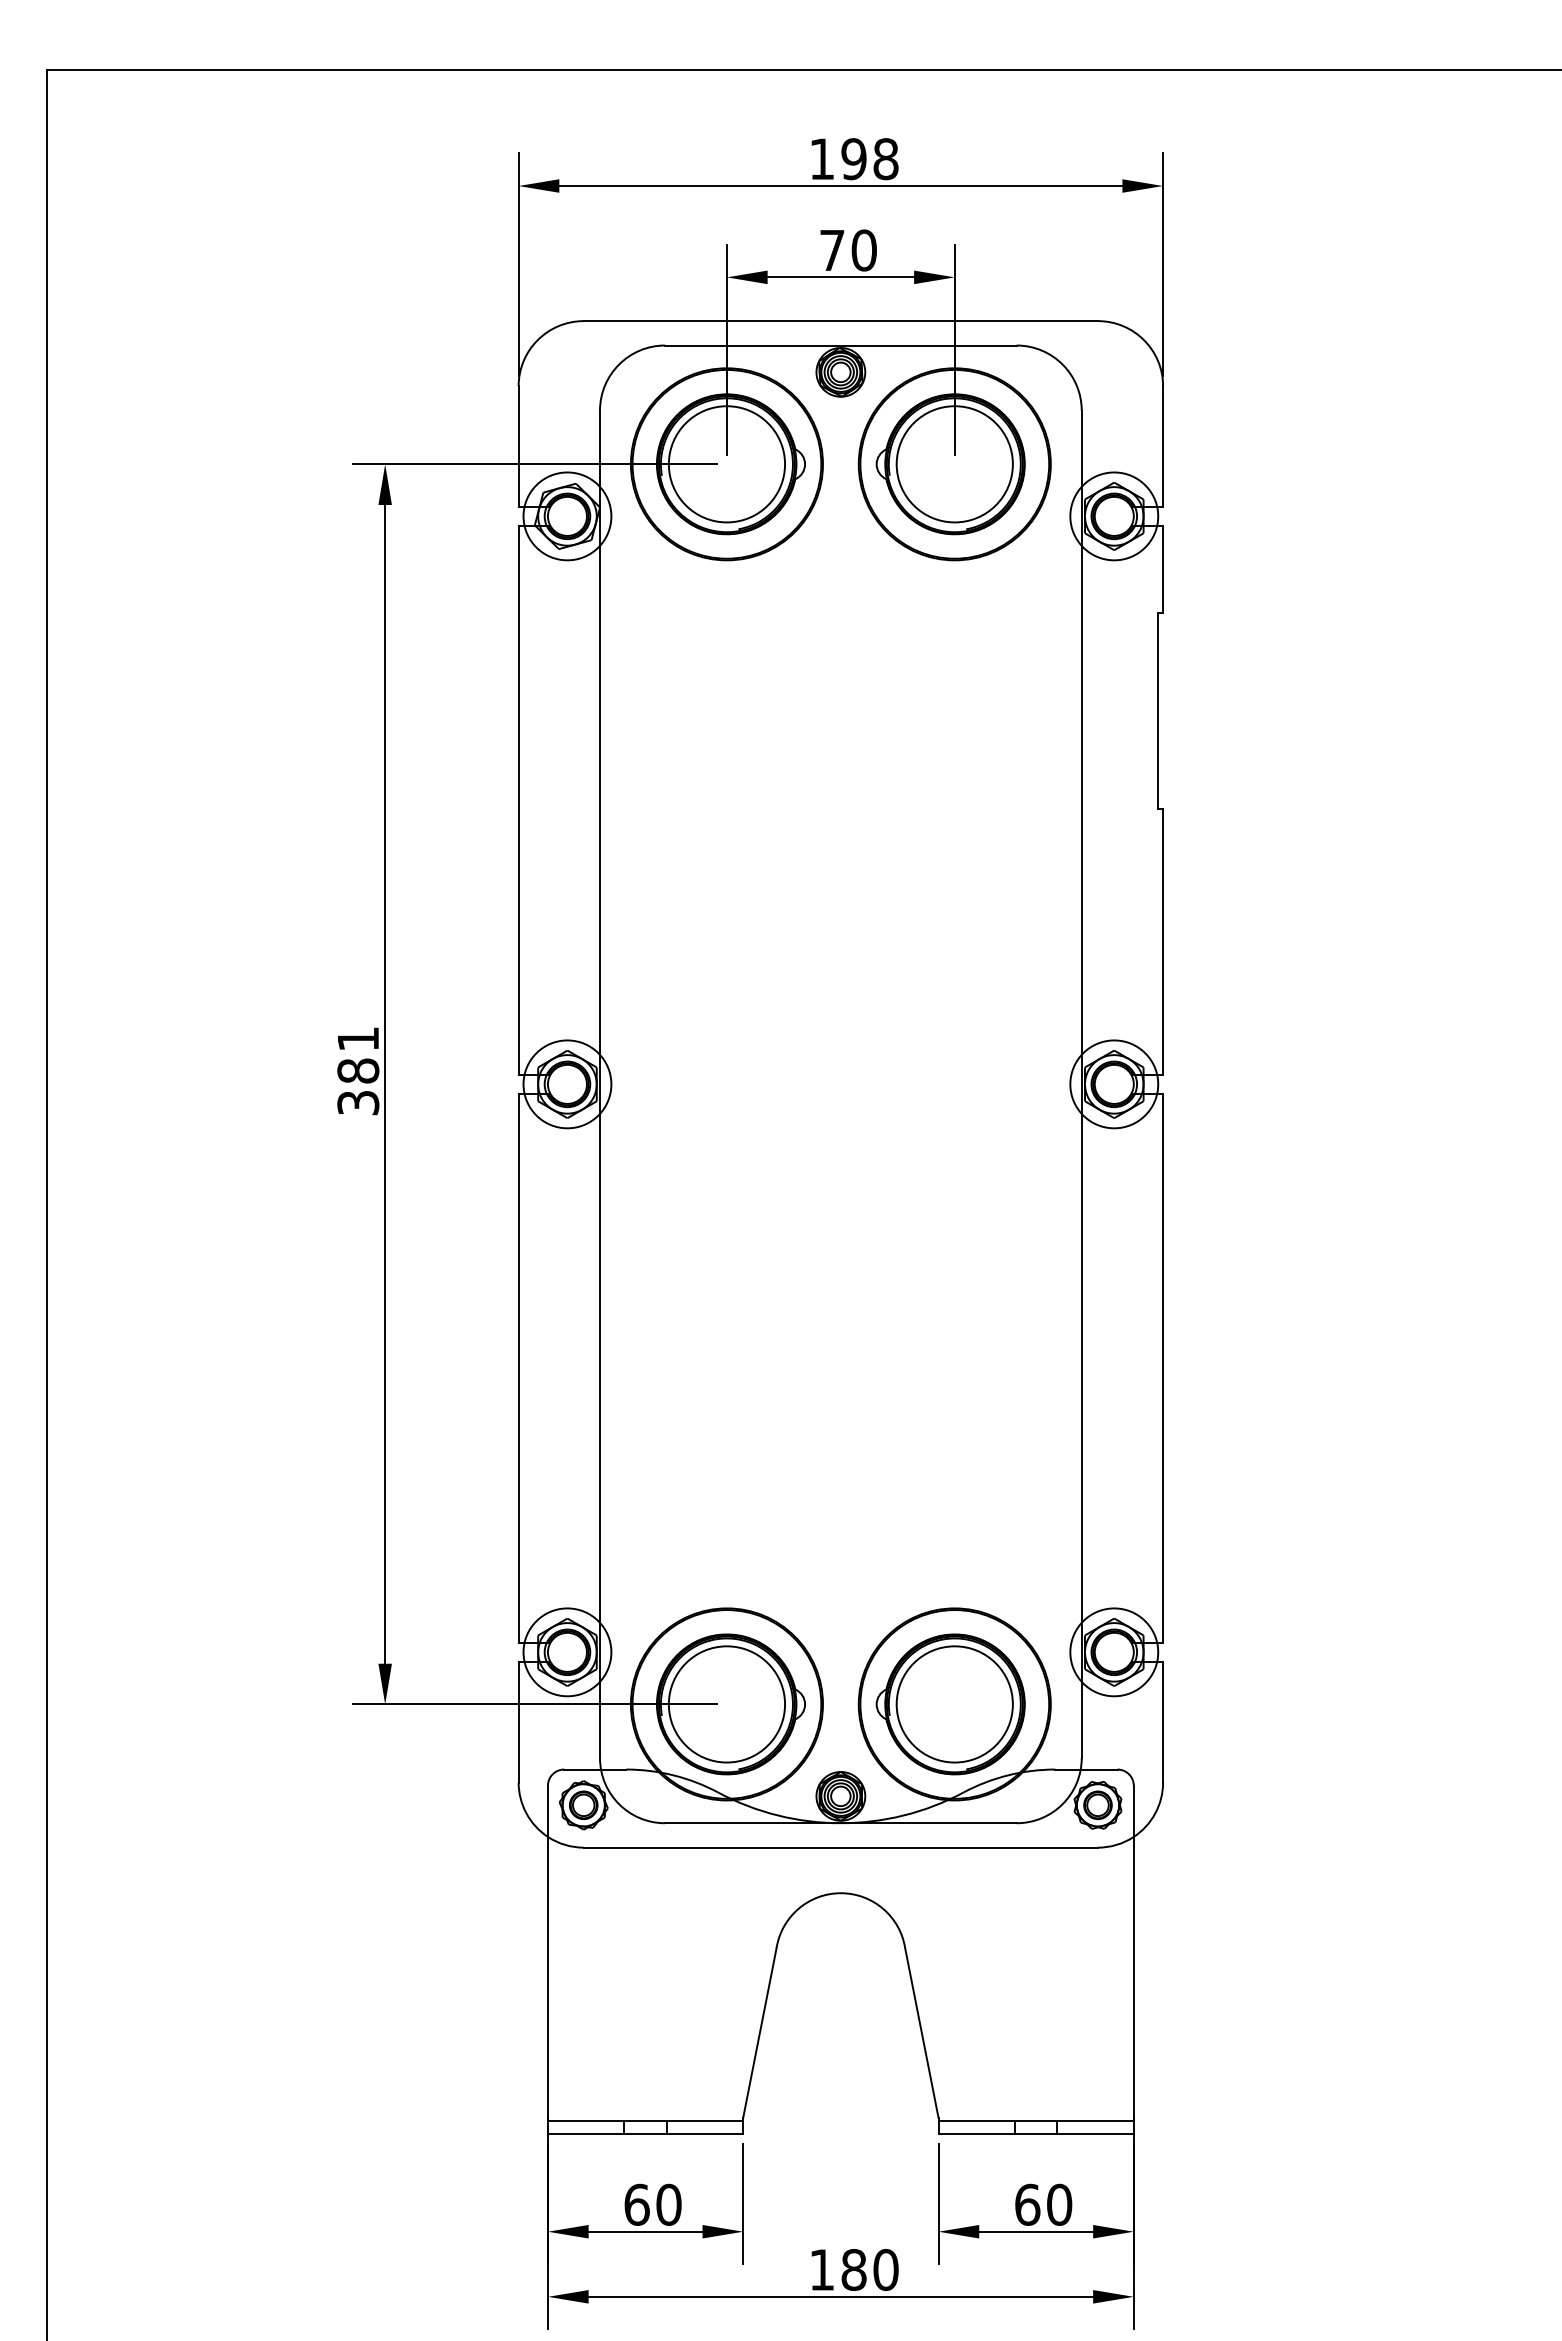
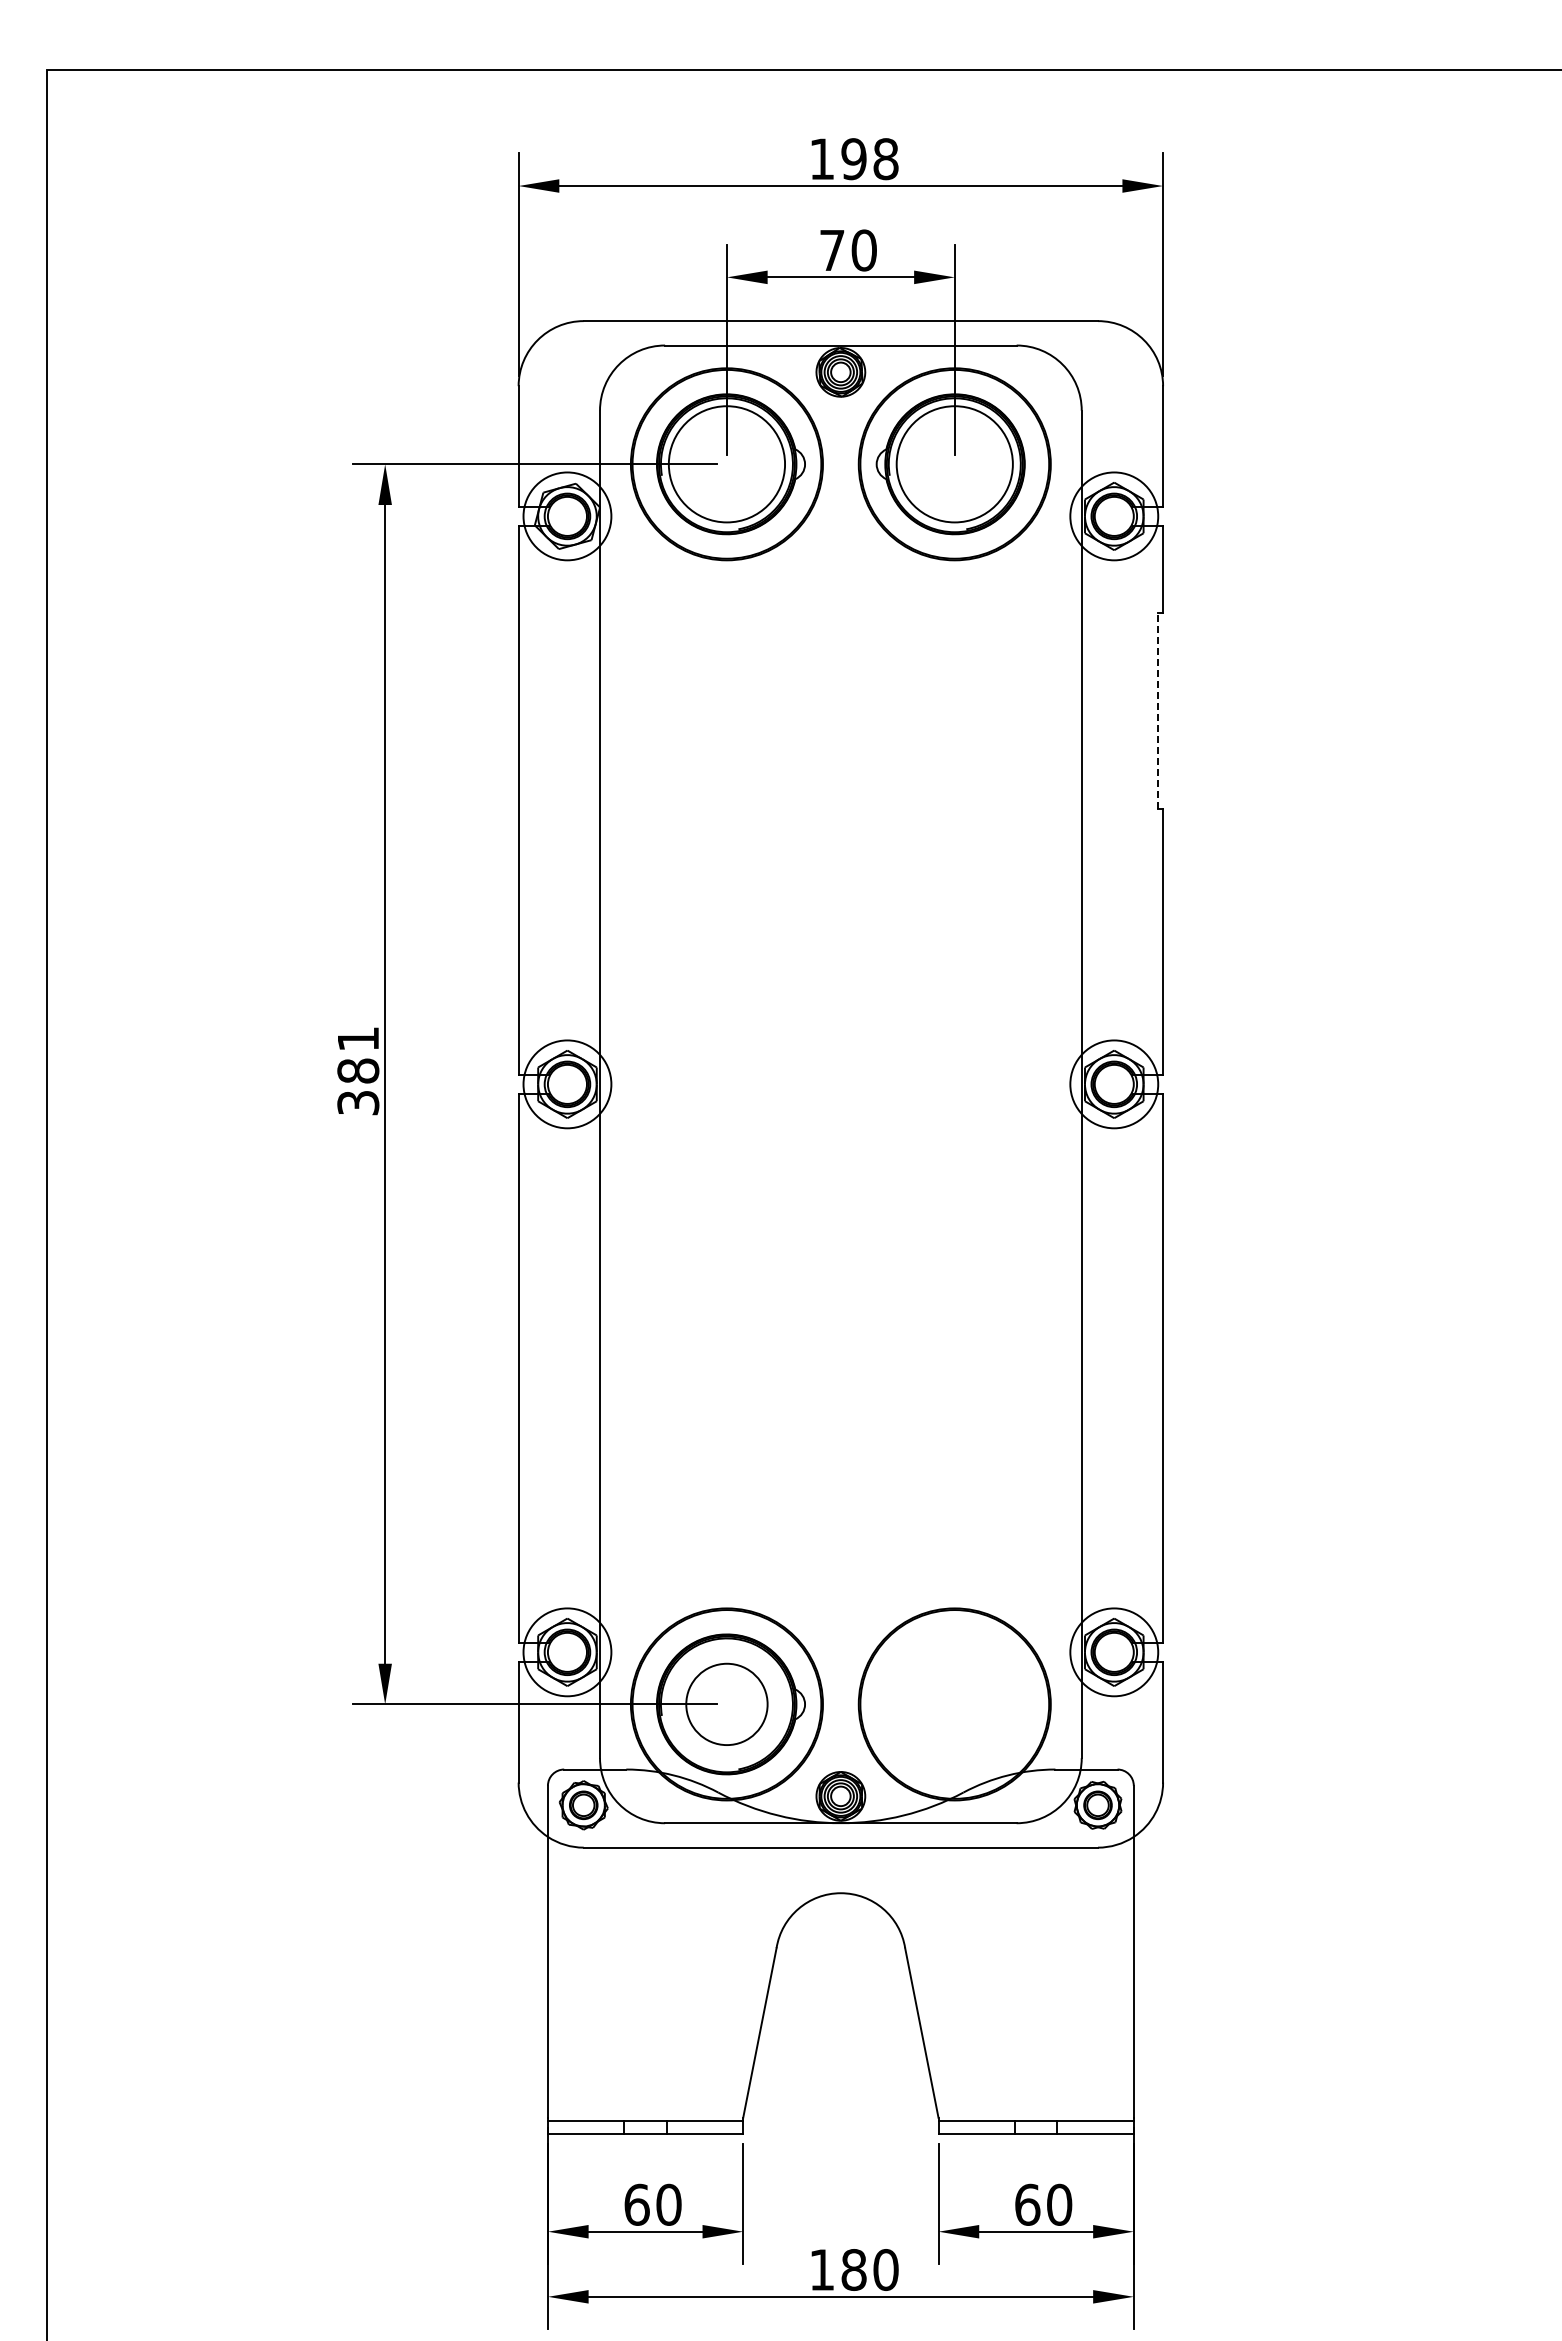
line at (1158, 710): solid -> dashed
circle at (726, 1704) diameter: 116 px -> 81 px
part at (950, 1704): present -> none
